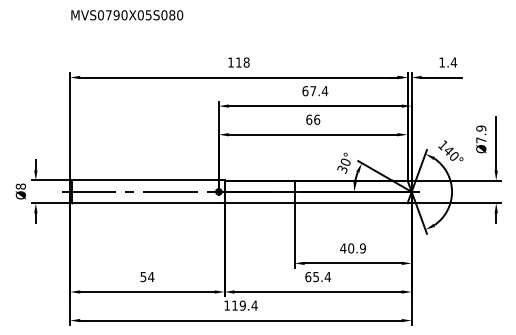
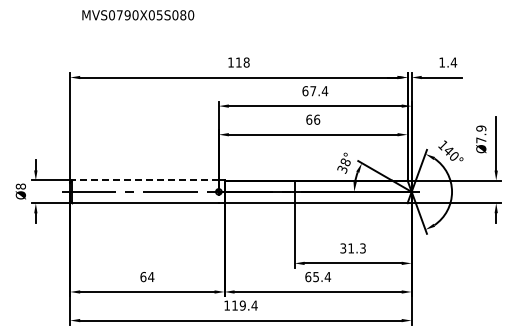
text at (127, 15) position: (127, 15) -> (138, 15)
text at (345, 162): 30° -> 38°
line at (145, 180): solid -> dashed
text at (352, 248): 40.9 -> 31.3
text at (143, 277): 54 -> 64
